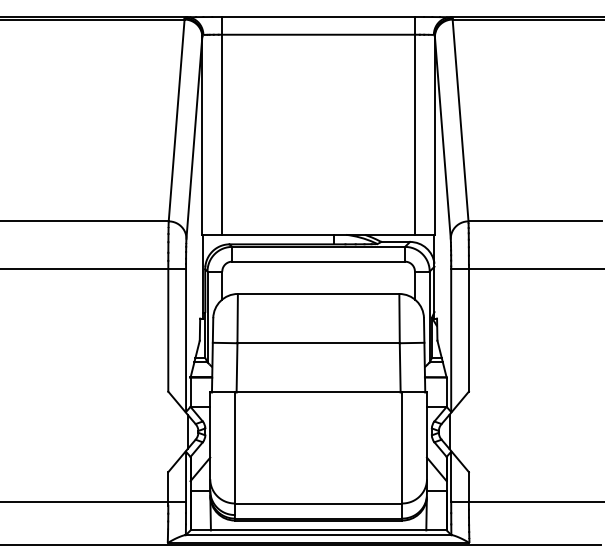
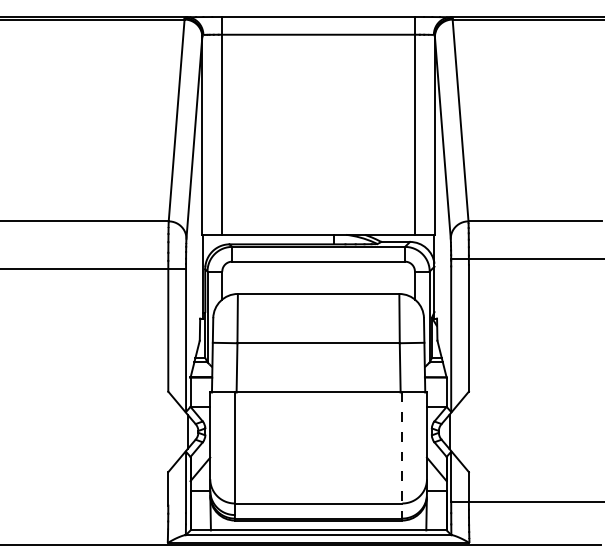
line at (526, 269) position: (526, 269) -> (526, 259)
line at (402, 457): solid -> dashed
line at (94, 501): present -> none
